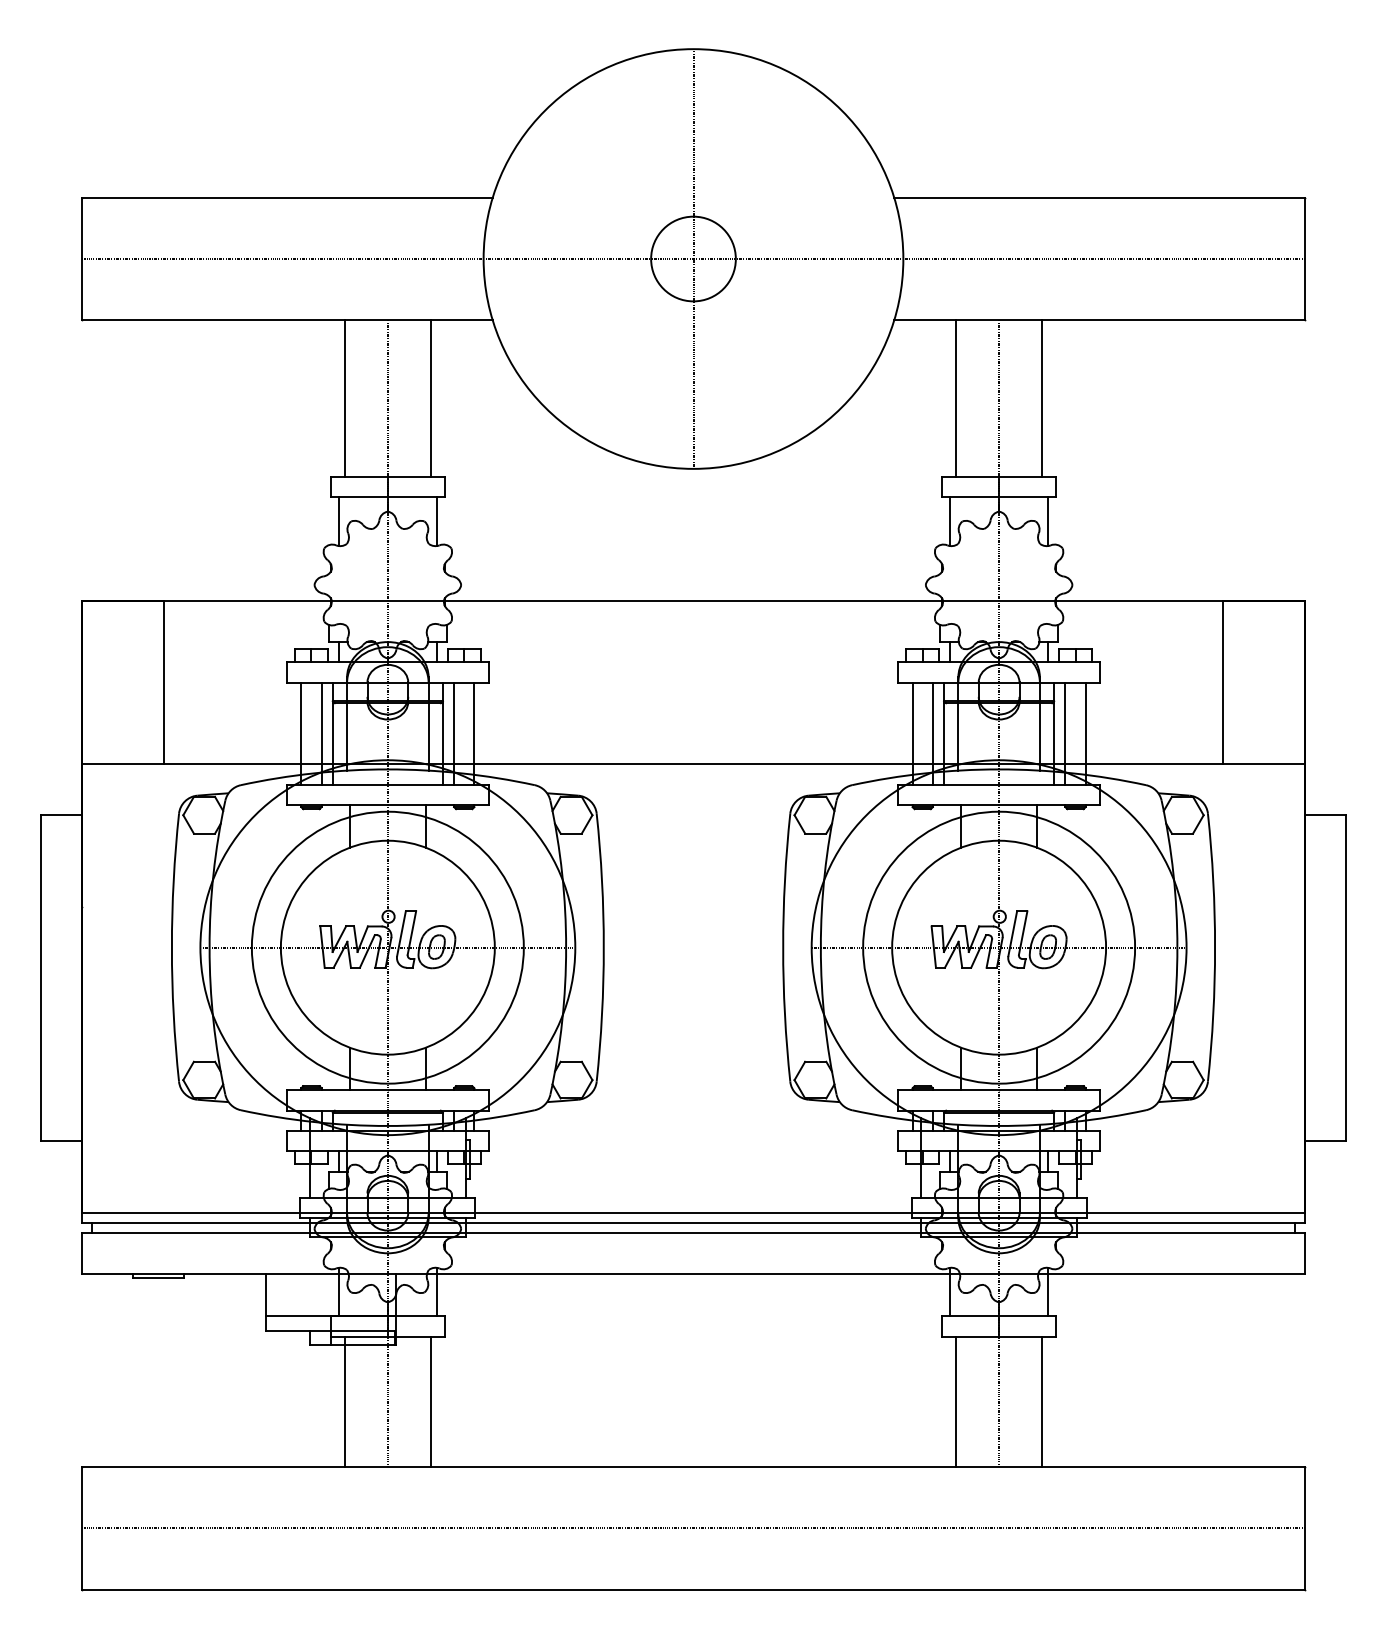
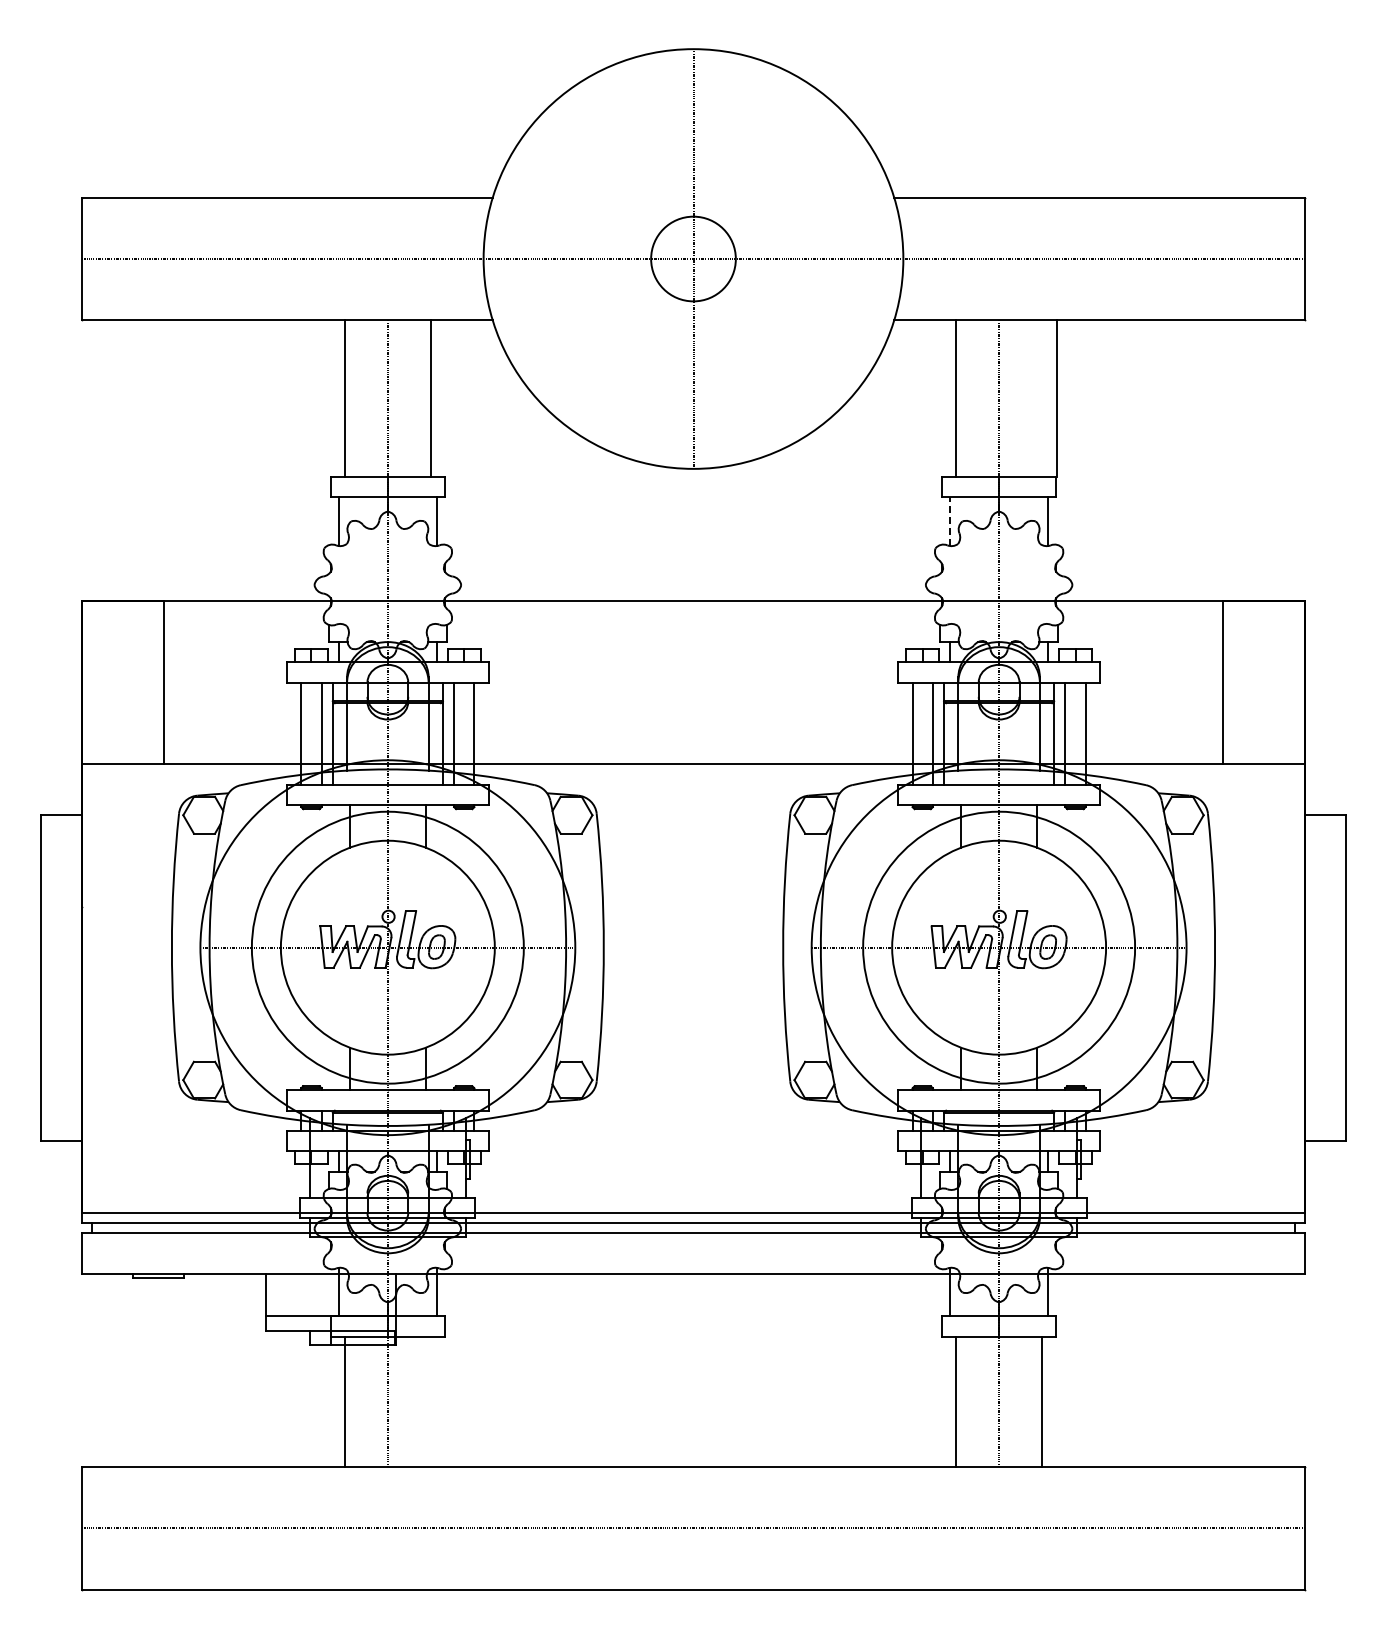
line at (1042, 398) position: (1042, 398) -> (1057, 398)
line at (950, 521): solid -> dashed
line at (431, 1401): present -> none
